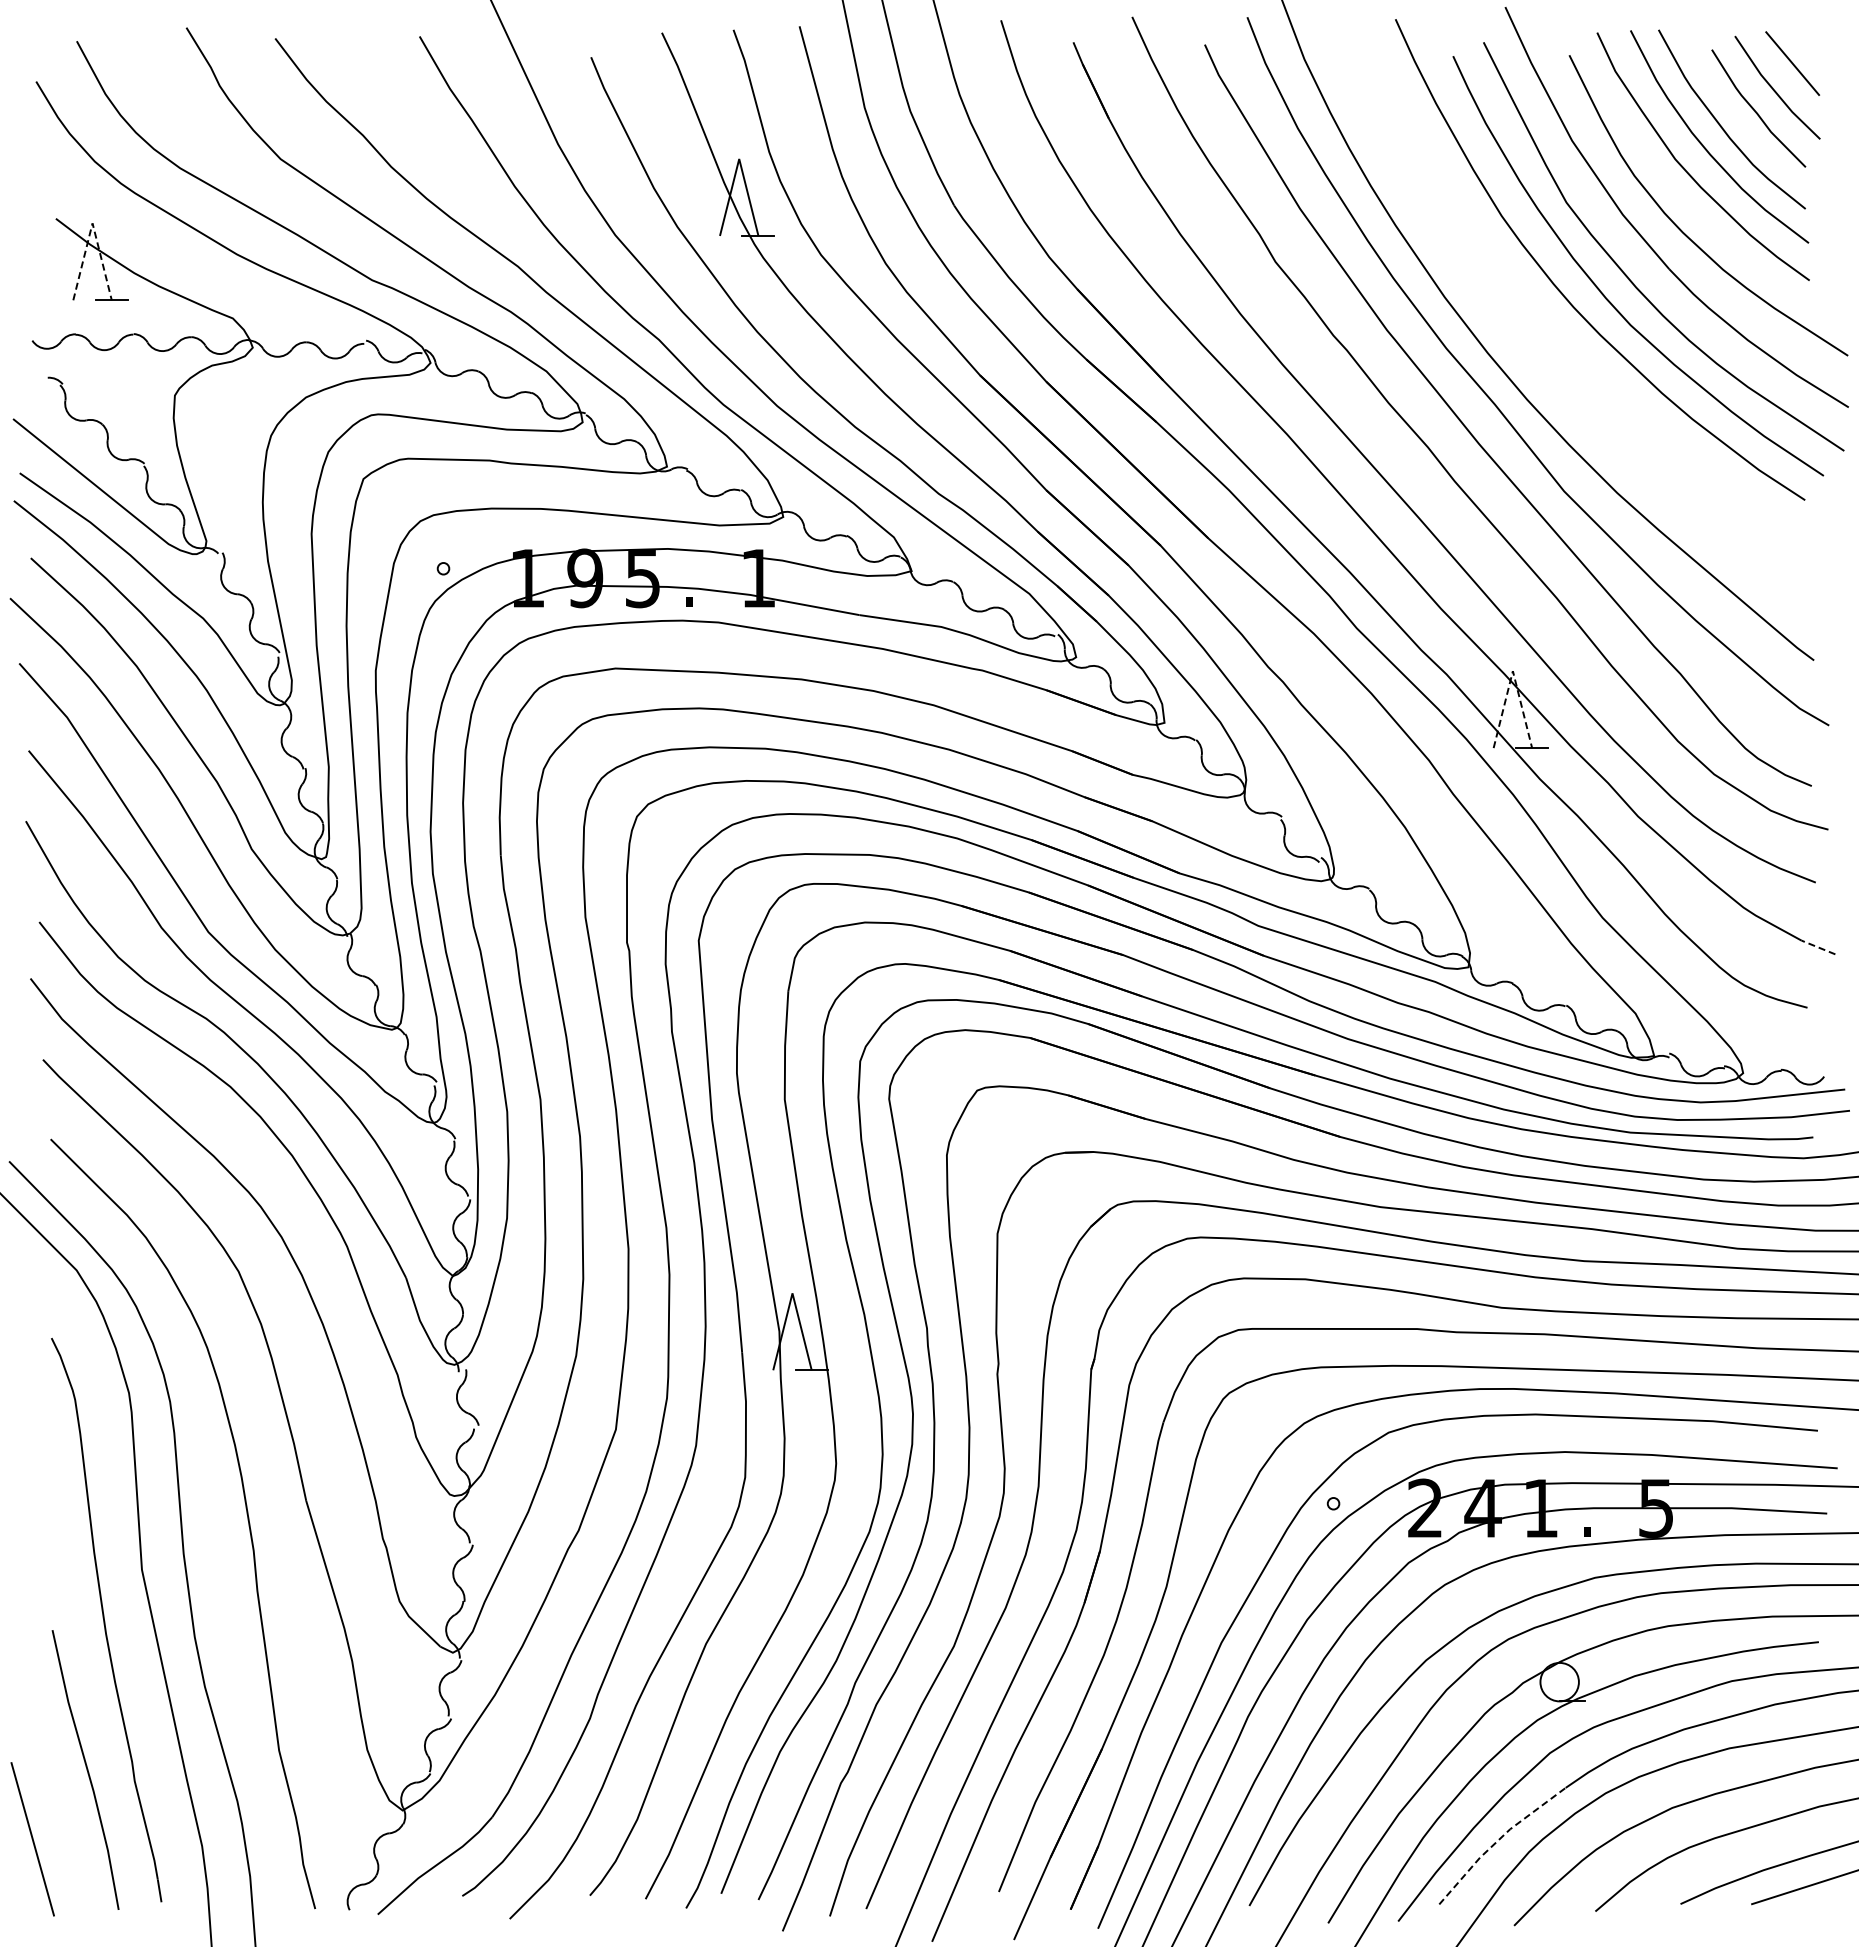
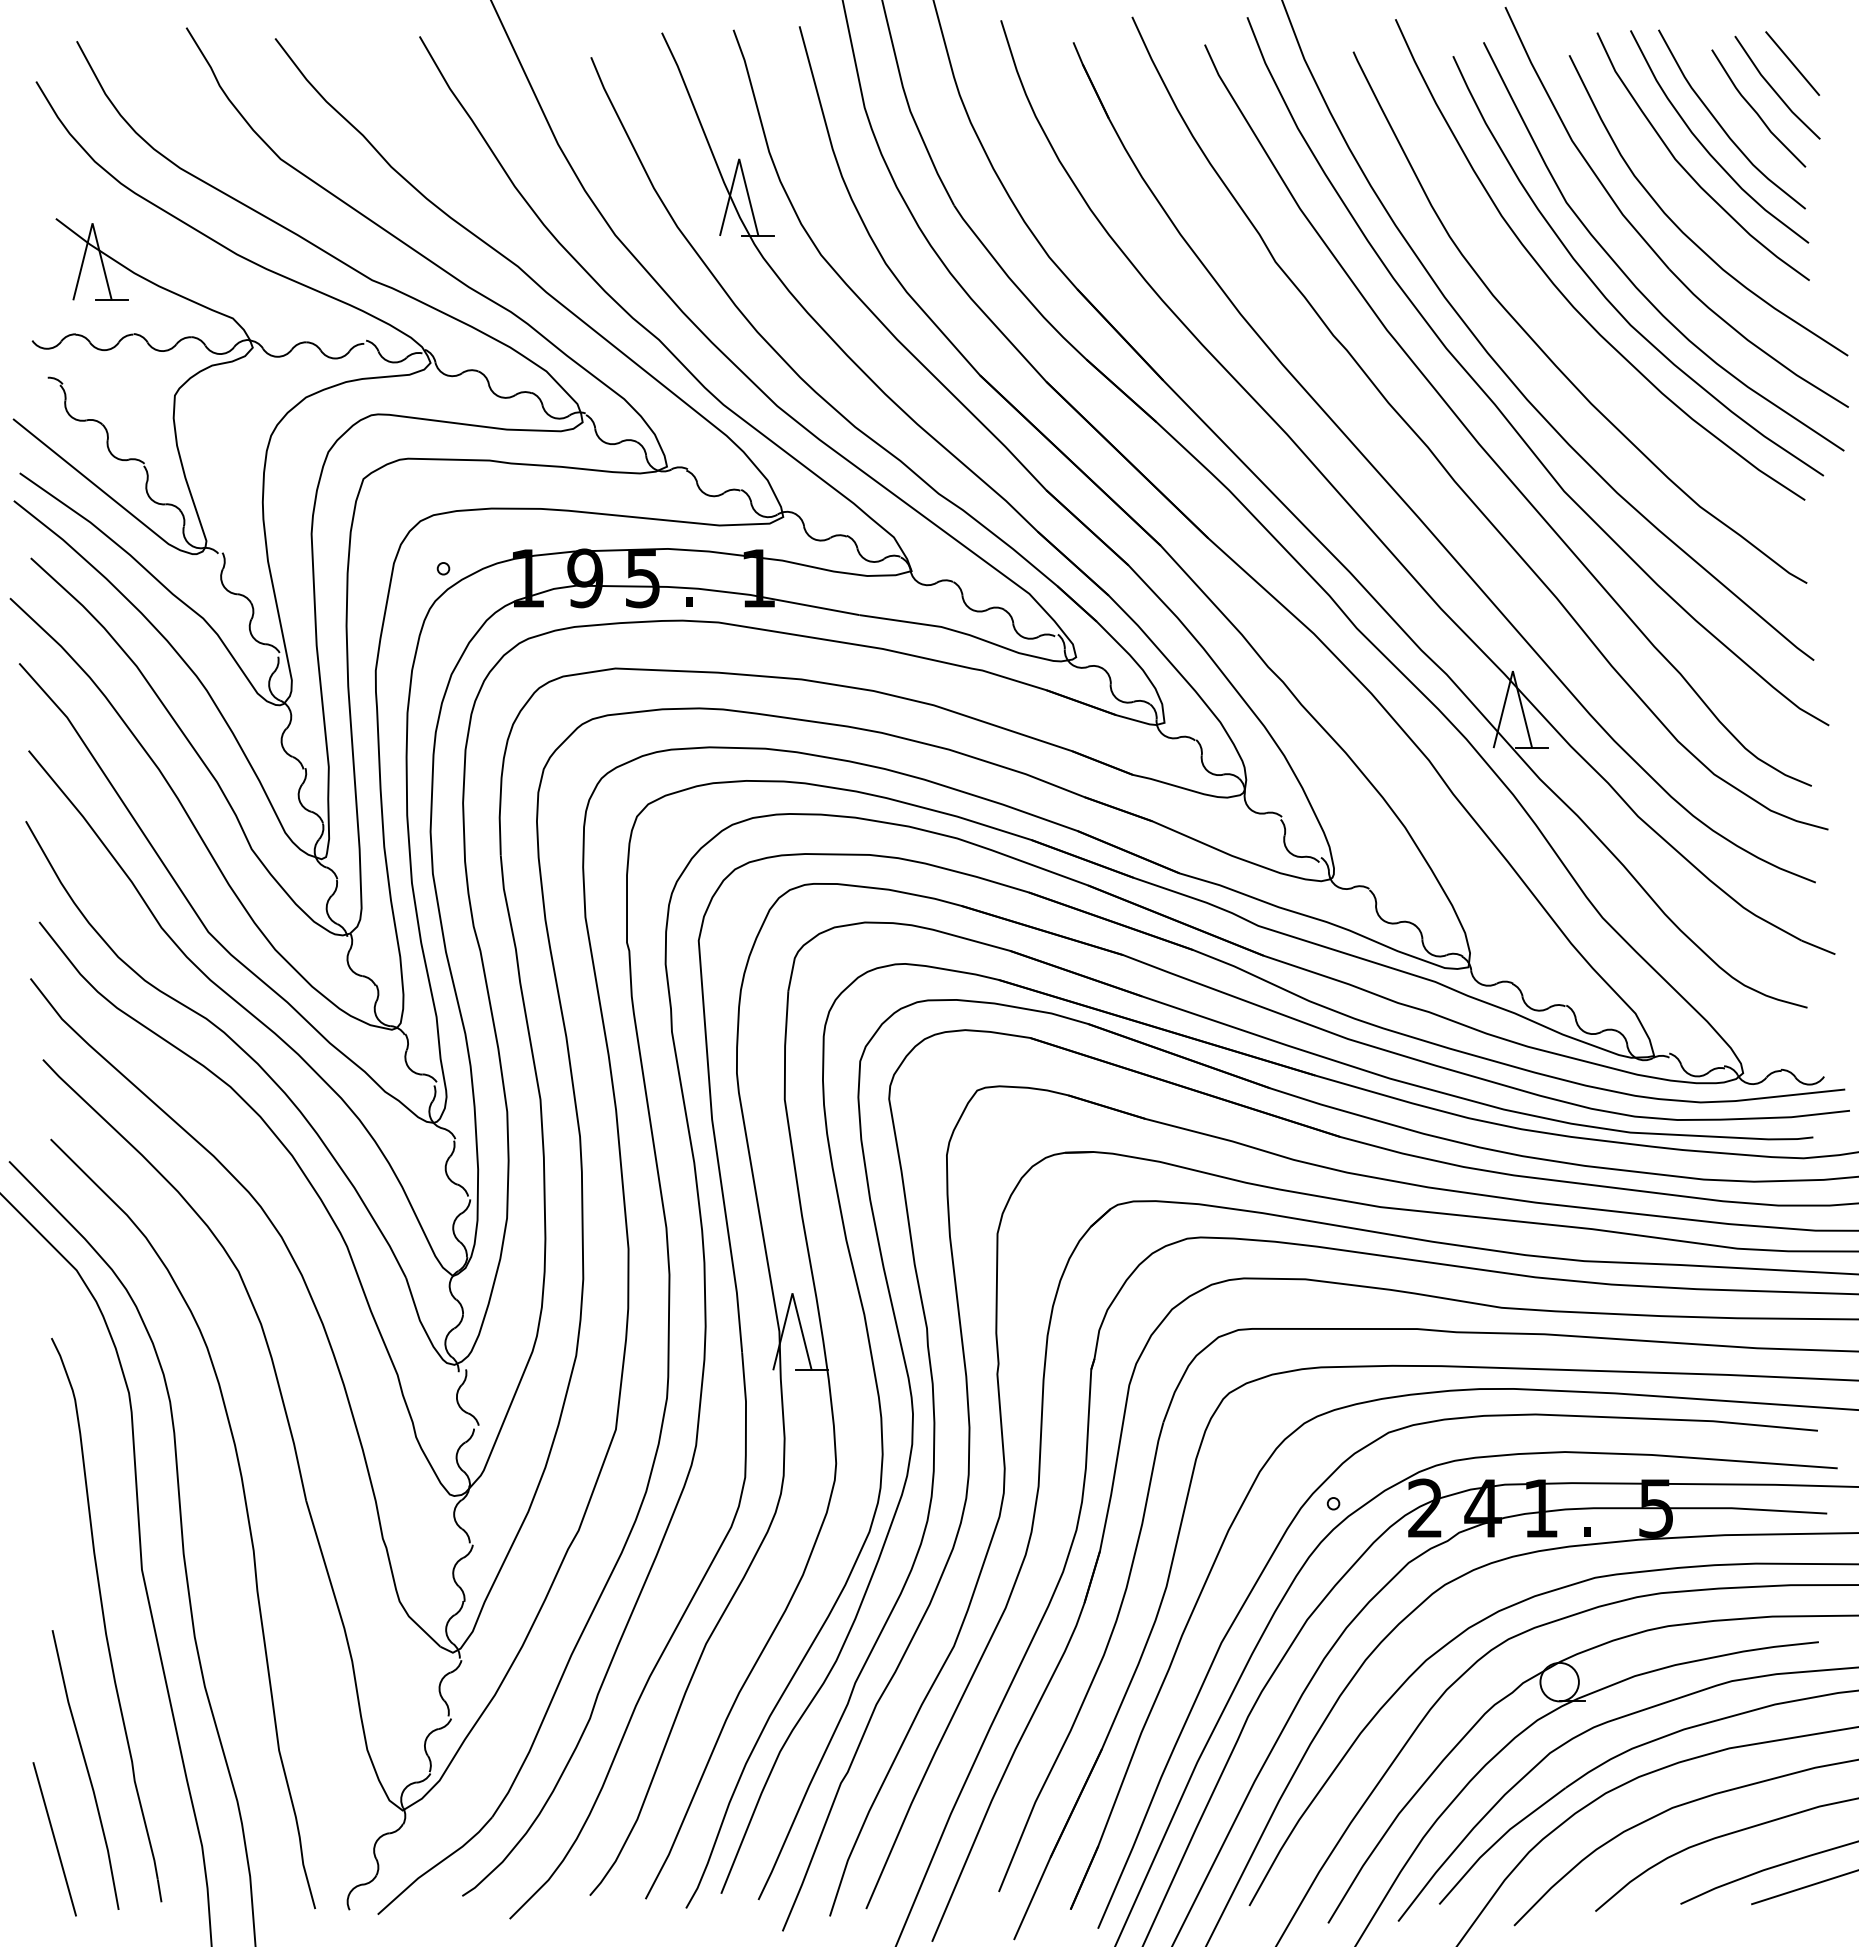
line at (92, 223): dashed -> solid
curve at (1544, 351): none -> present
line at (1512, 671): dashed -> solid
line at (1818, 947): dashed -> solid
line at (32, 1839) position: (32, 1839) -> (54, 1839)
line at (1497, 1840): dashed -> solid
